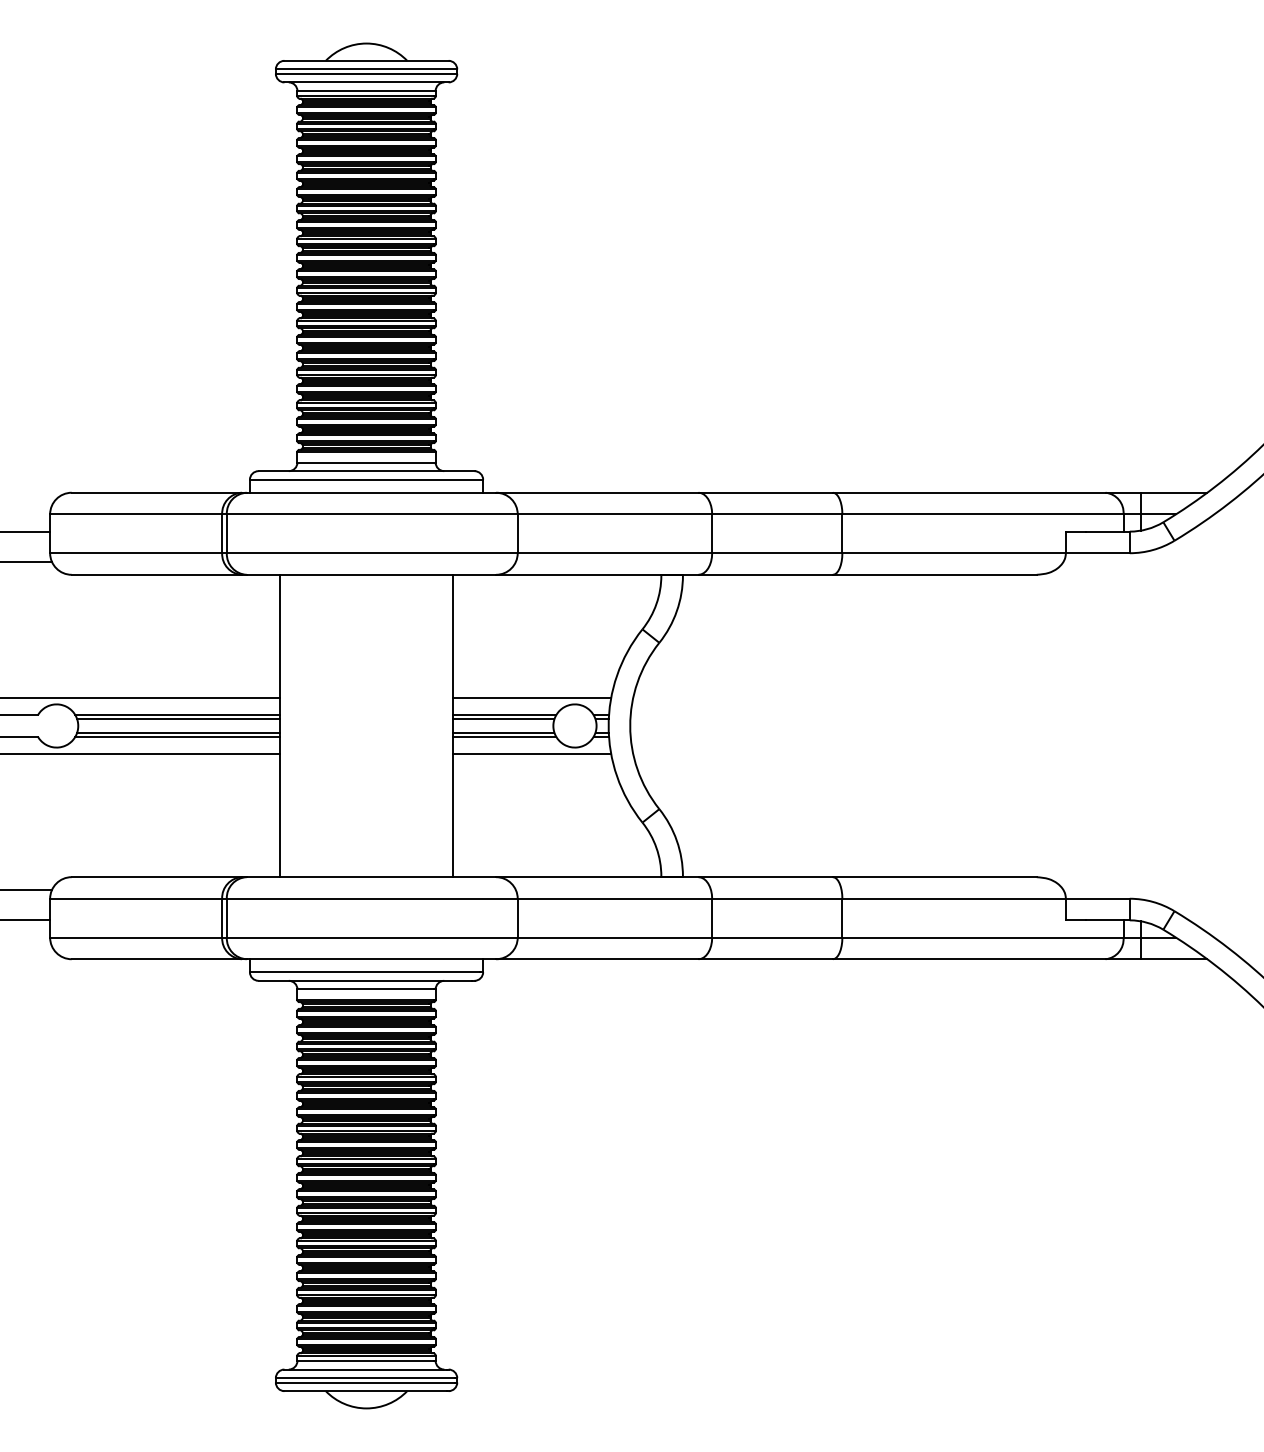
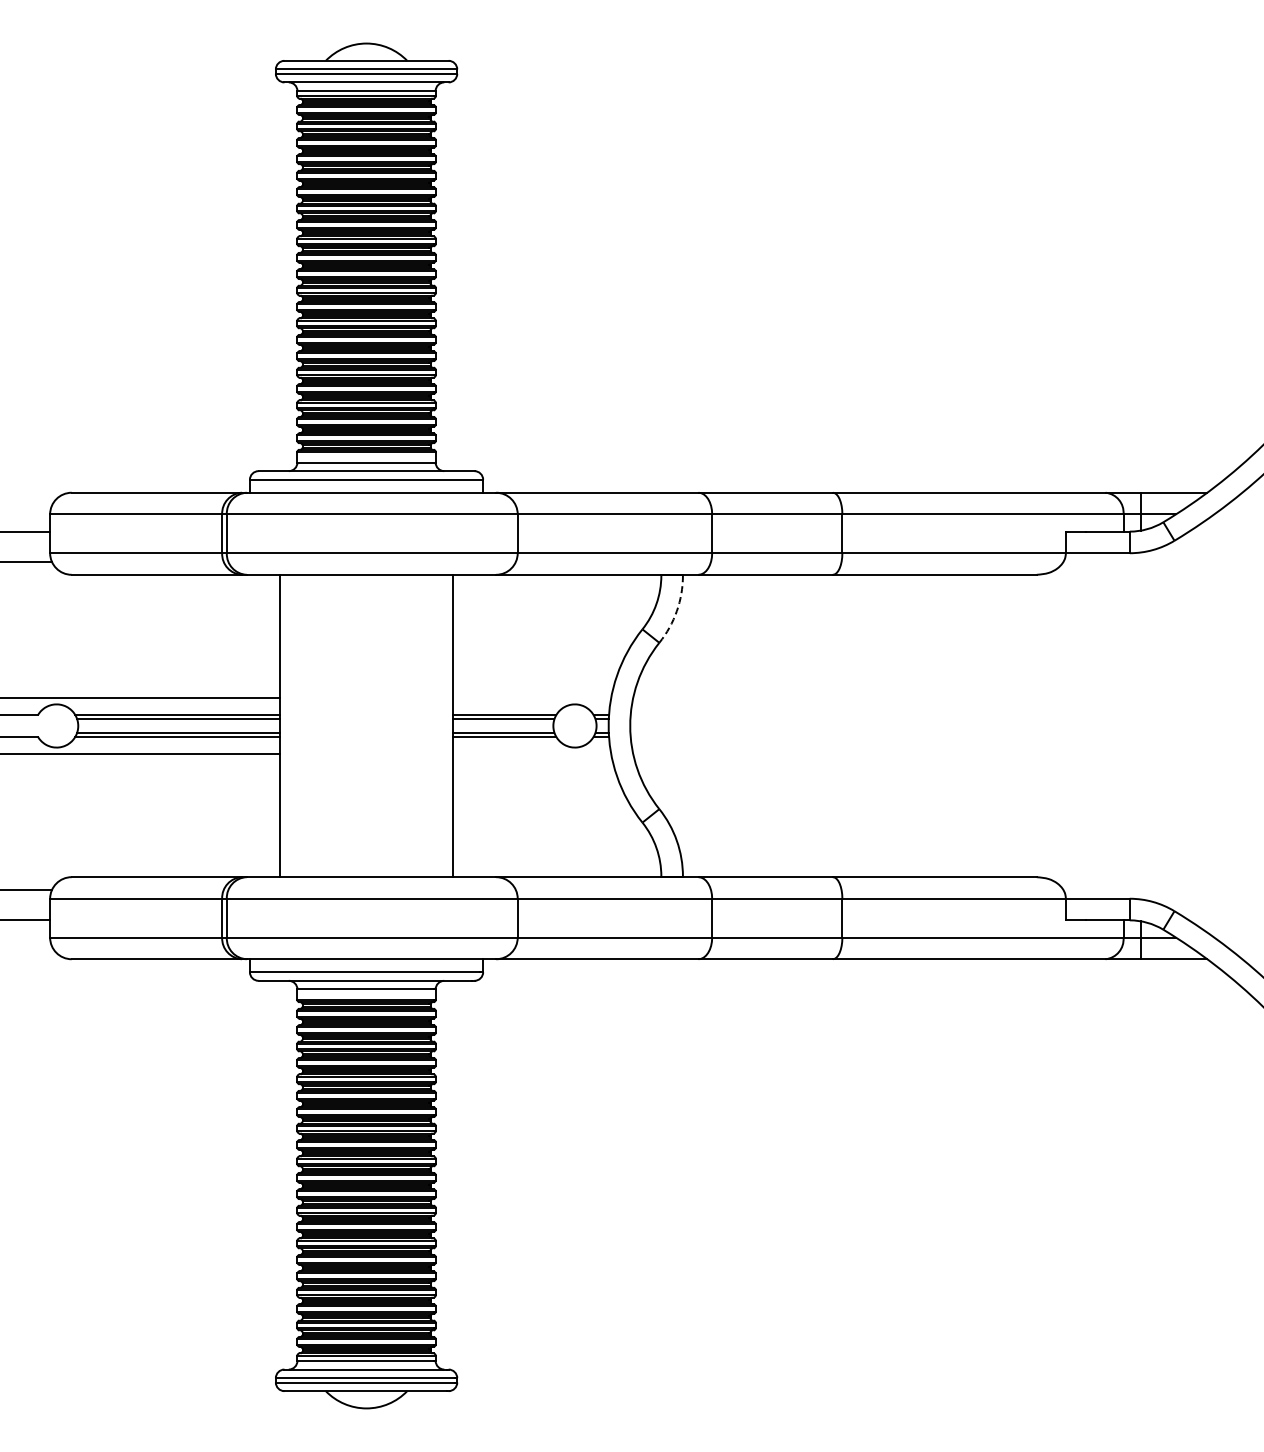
arc at (676, 611): solid -> dashed
line at (531, 698): present -> none
line at (531, 753): present -> none
